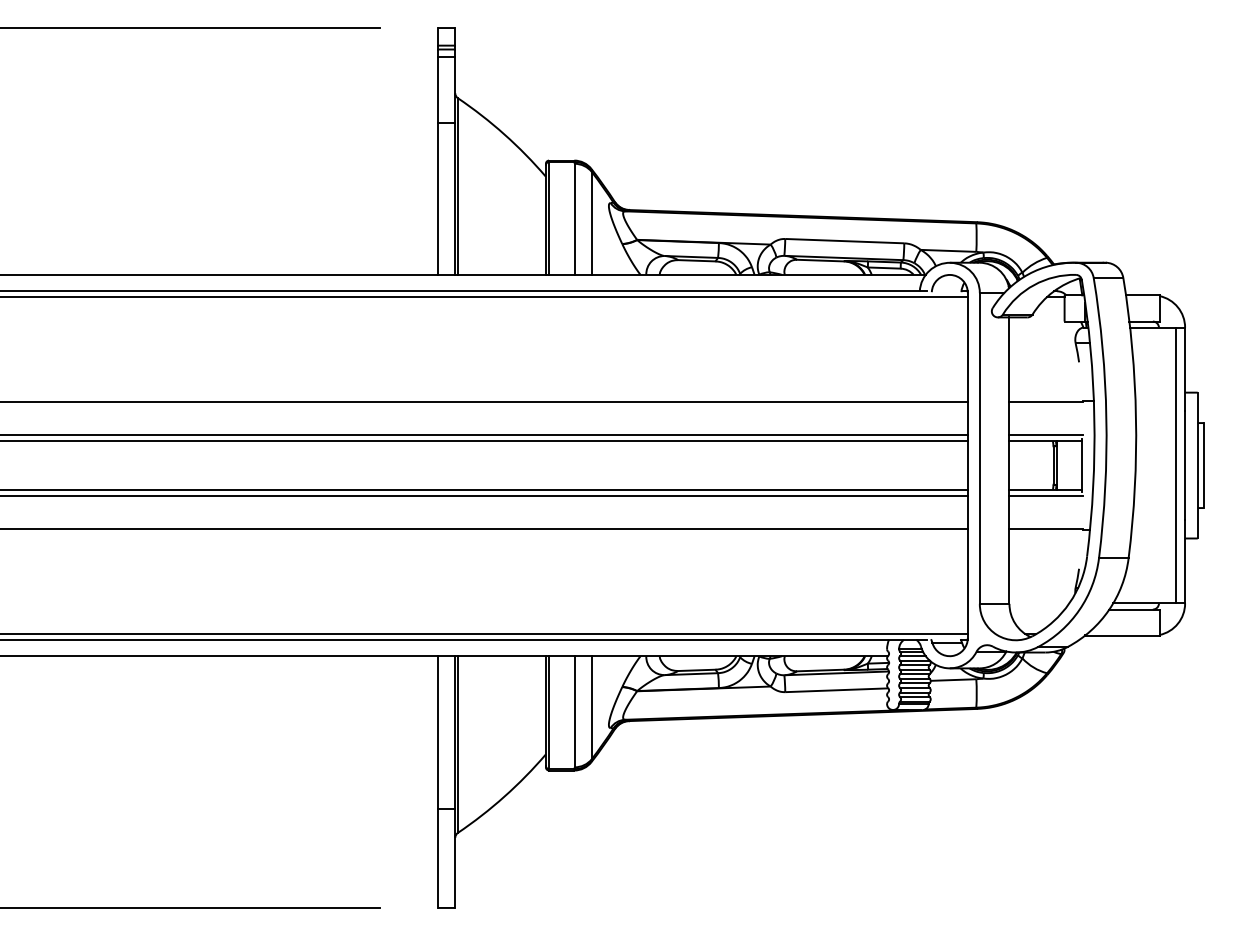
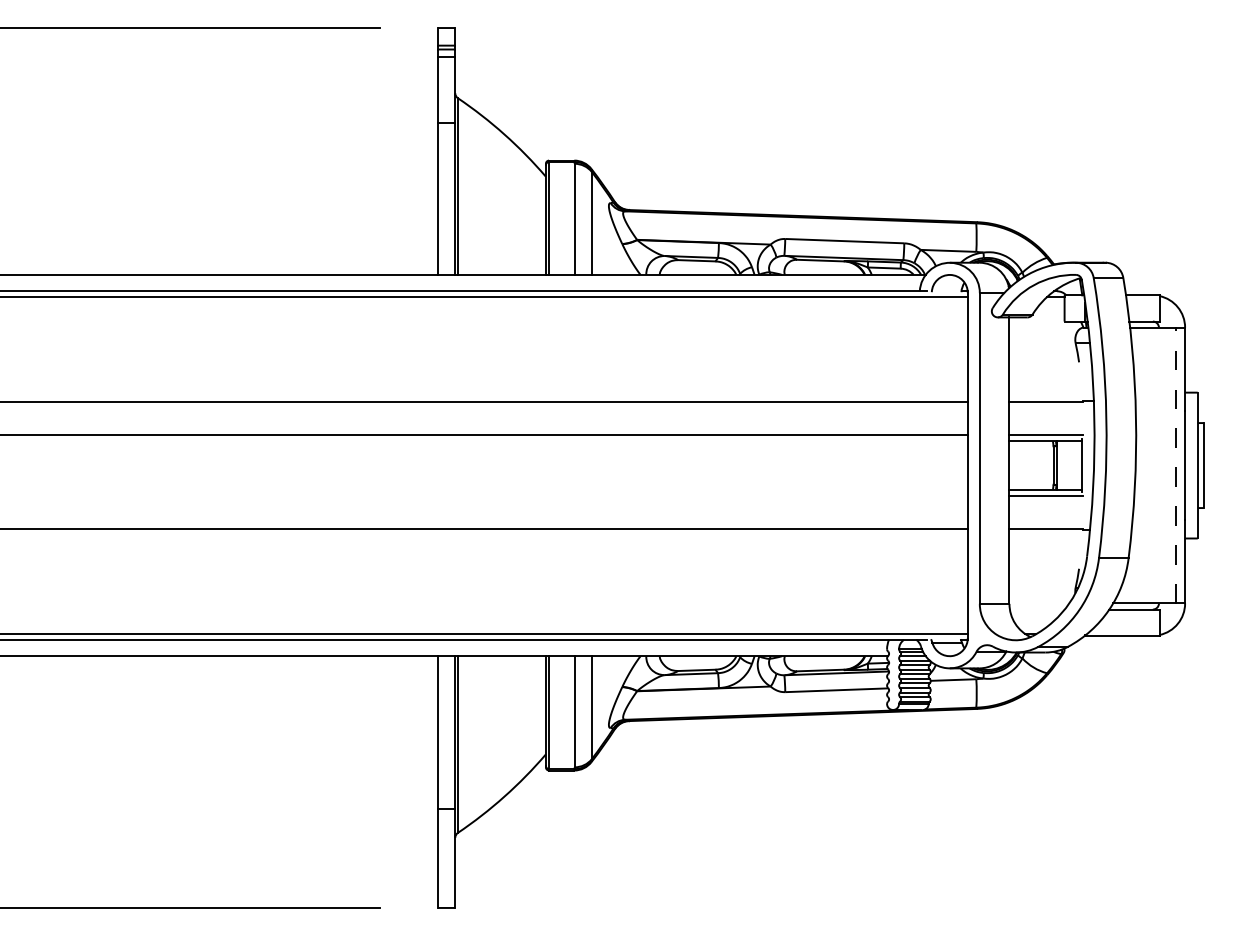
line at (484, 441): present -> none
line at (1175, 465): solid -> dashed
line at (484, 489): present -> none
line at (484, 495): present -> none
